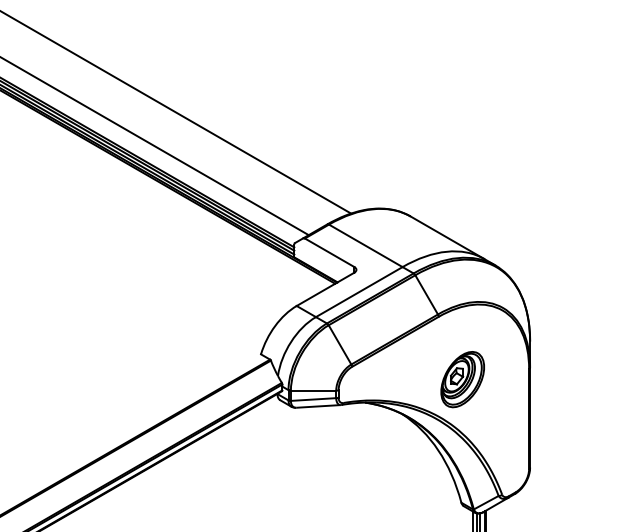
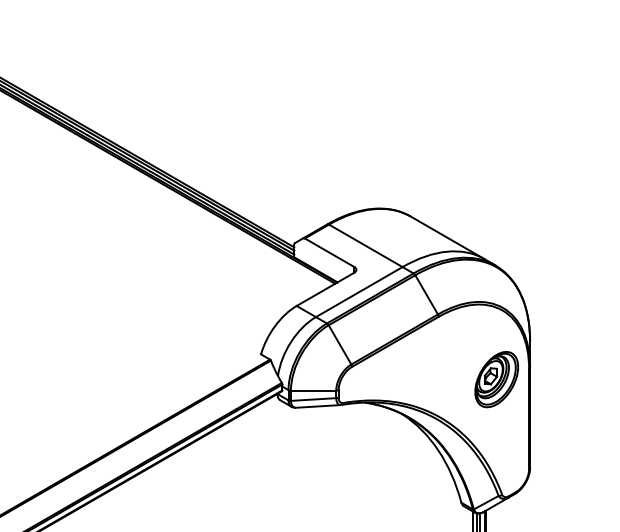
line at (176, 112): present -> none
line at (155, 146): present -> none
part at (462, 379) position: (462, 379) -> (496, 379)
